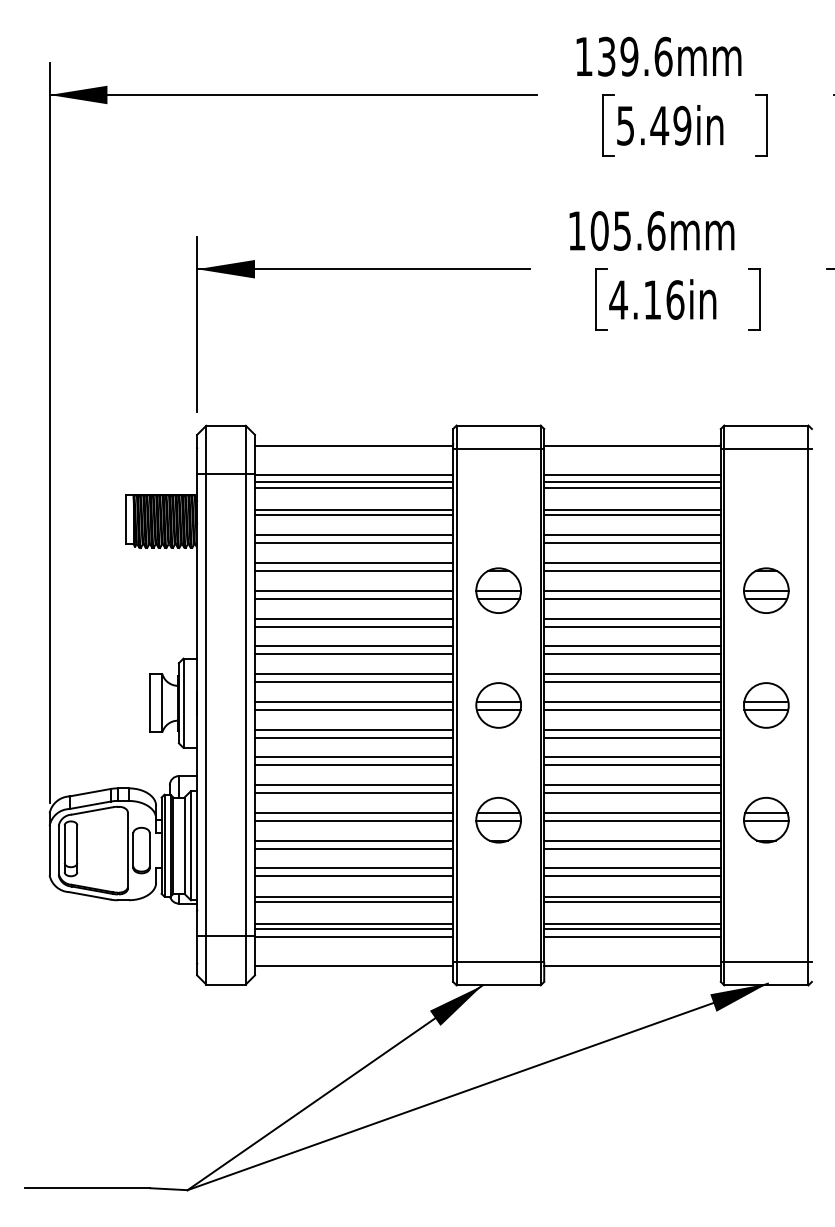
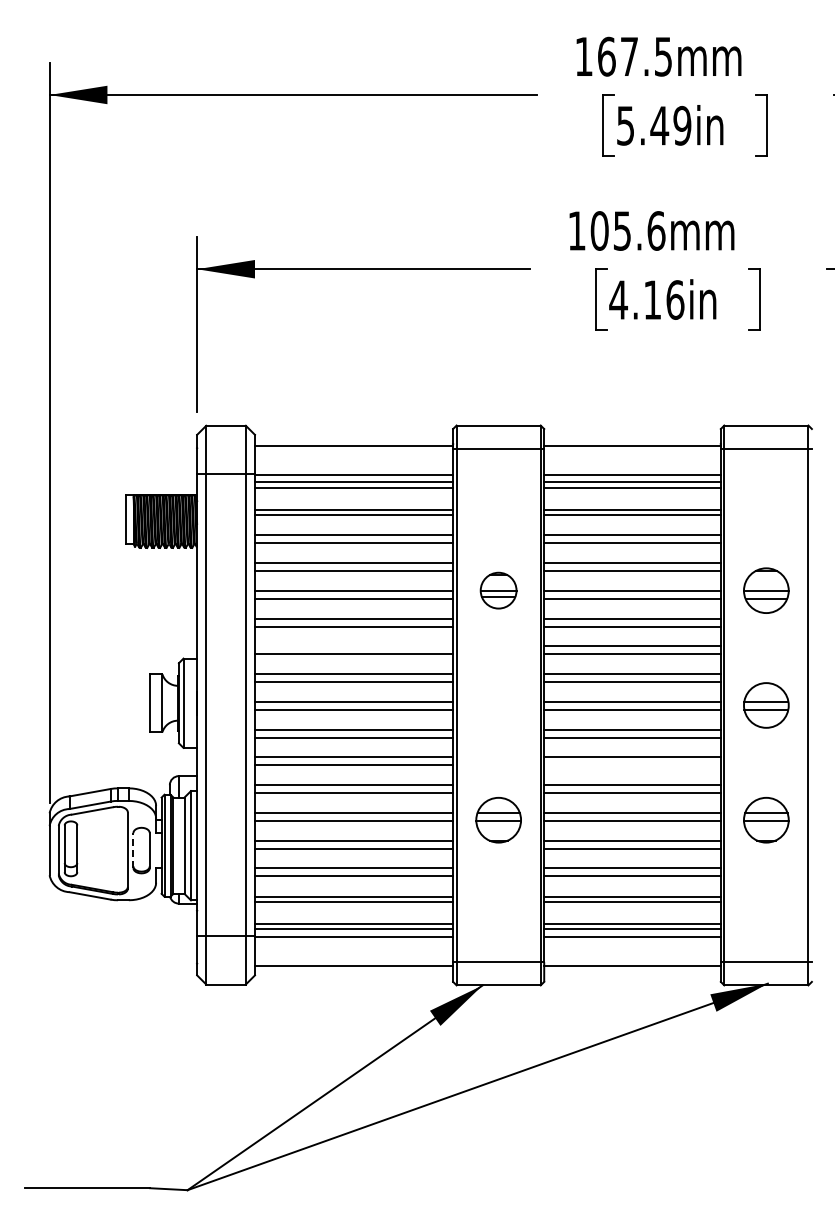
text at (635, 56): 139.6mm -> 167.5mm
part at (498, 590) size: 47x47 px -> 39x39 px
line at (353, 646): present -> none
part at (498, 705): present -> none
line at (632, 765): present -> none
line at (133, 850): solid -> dashed
